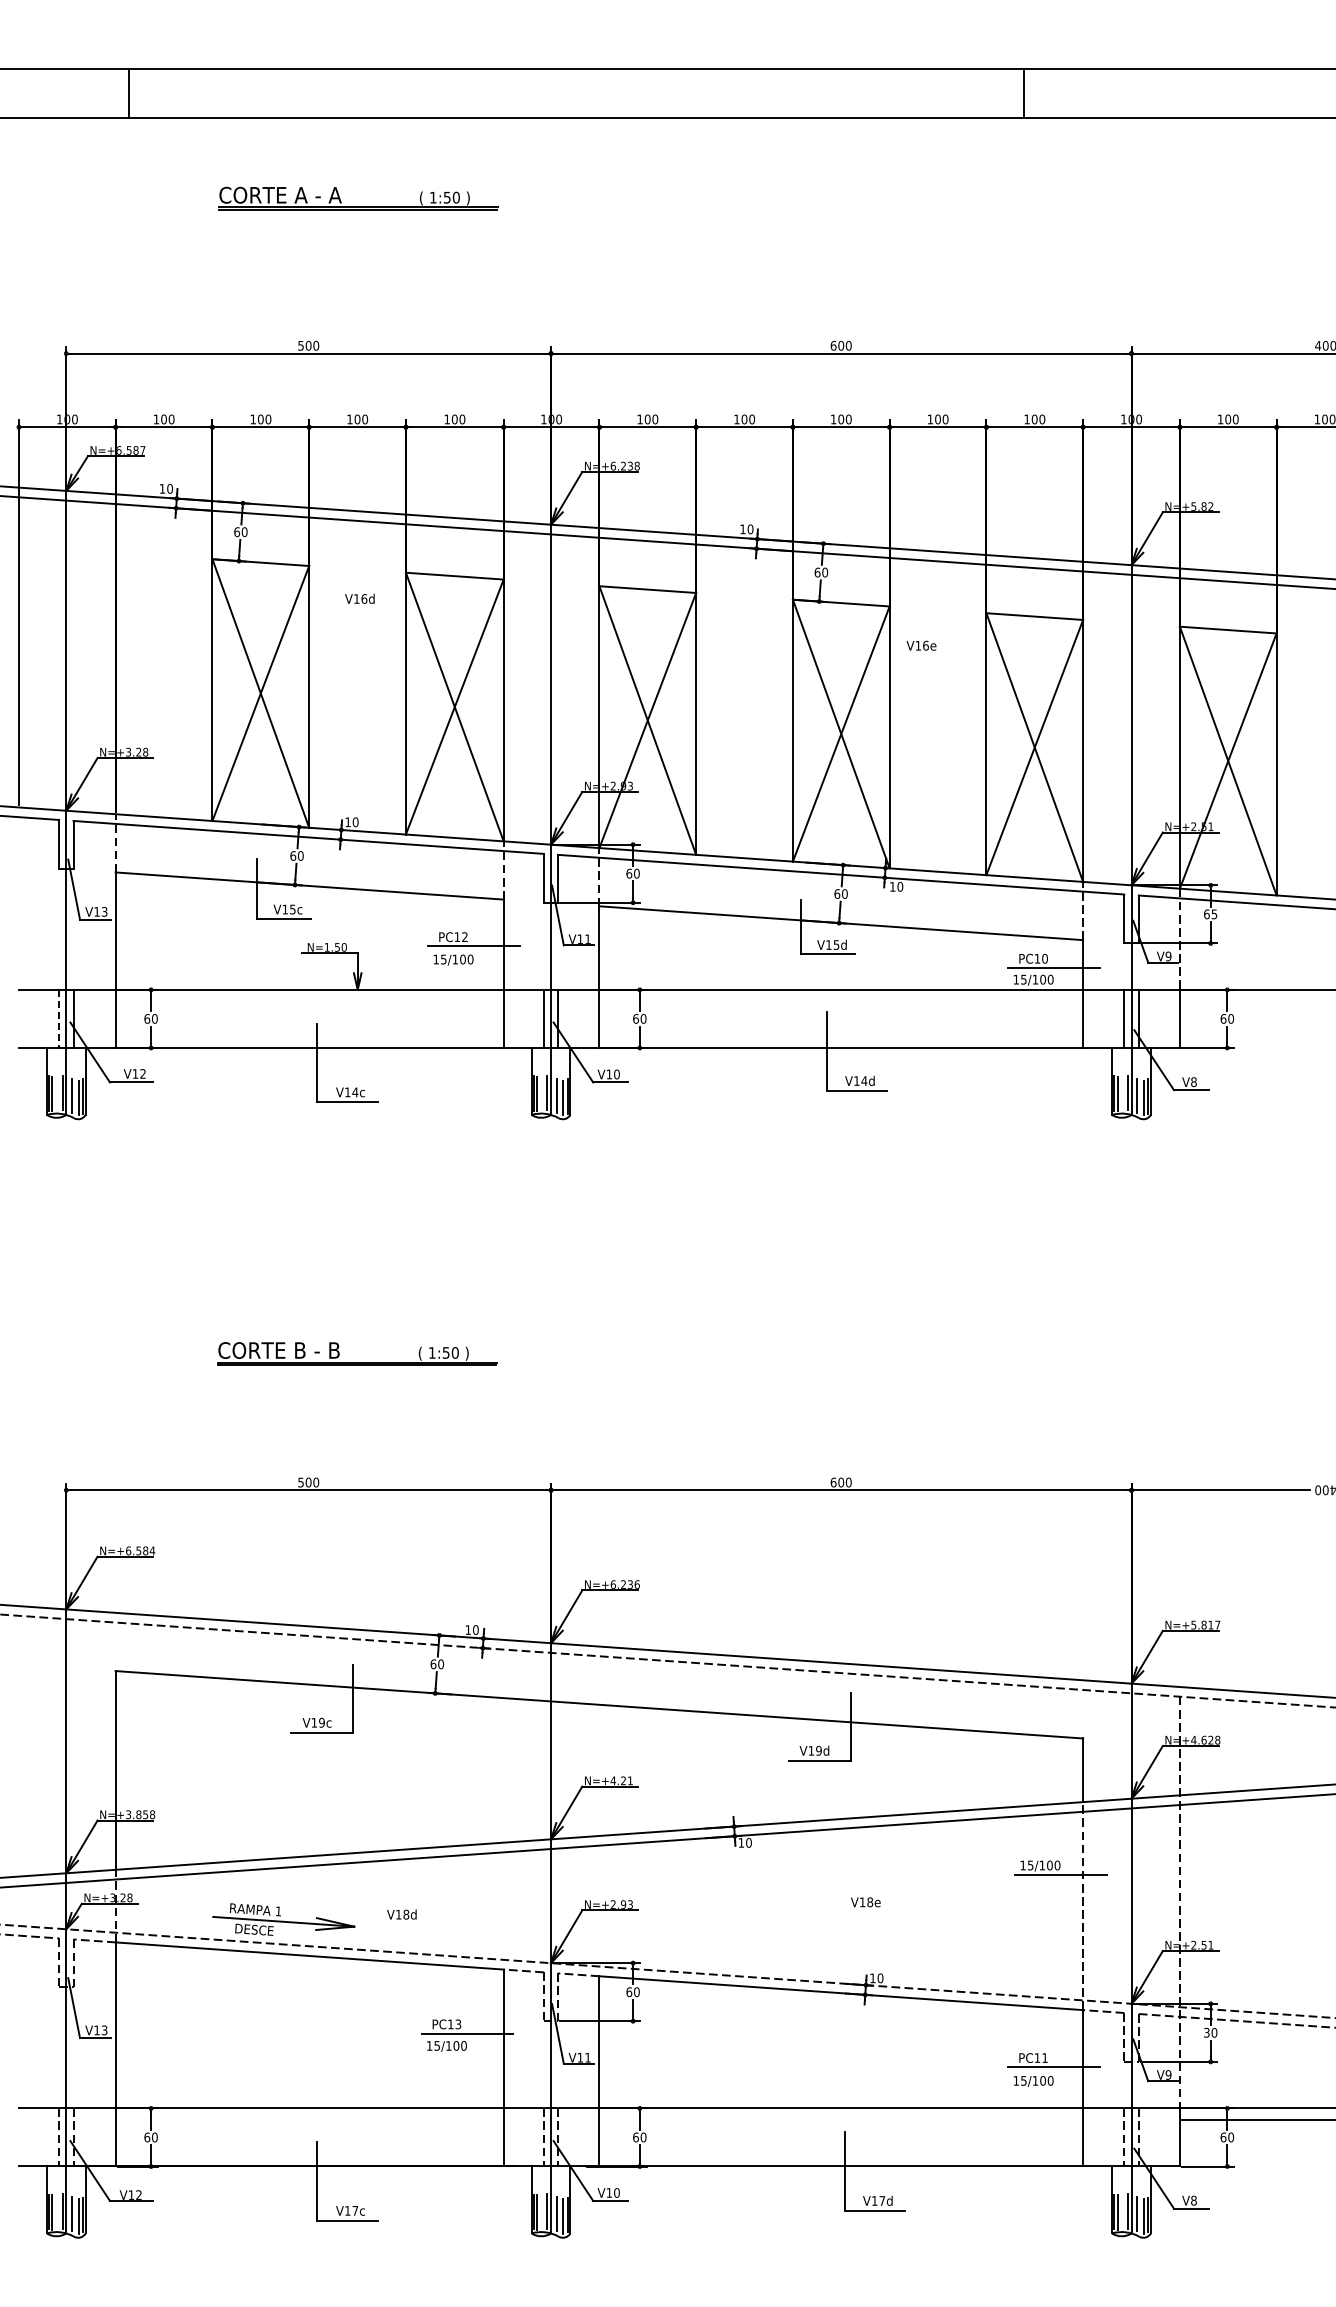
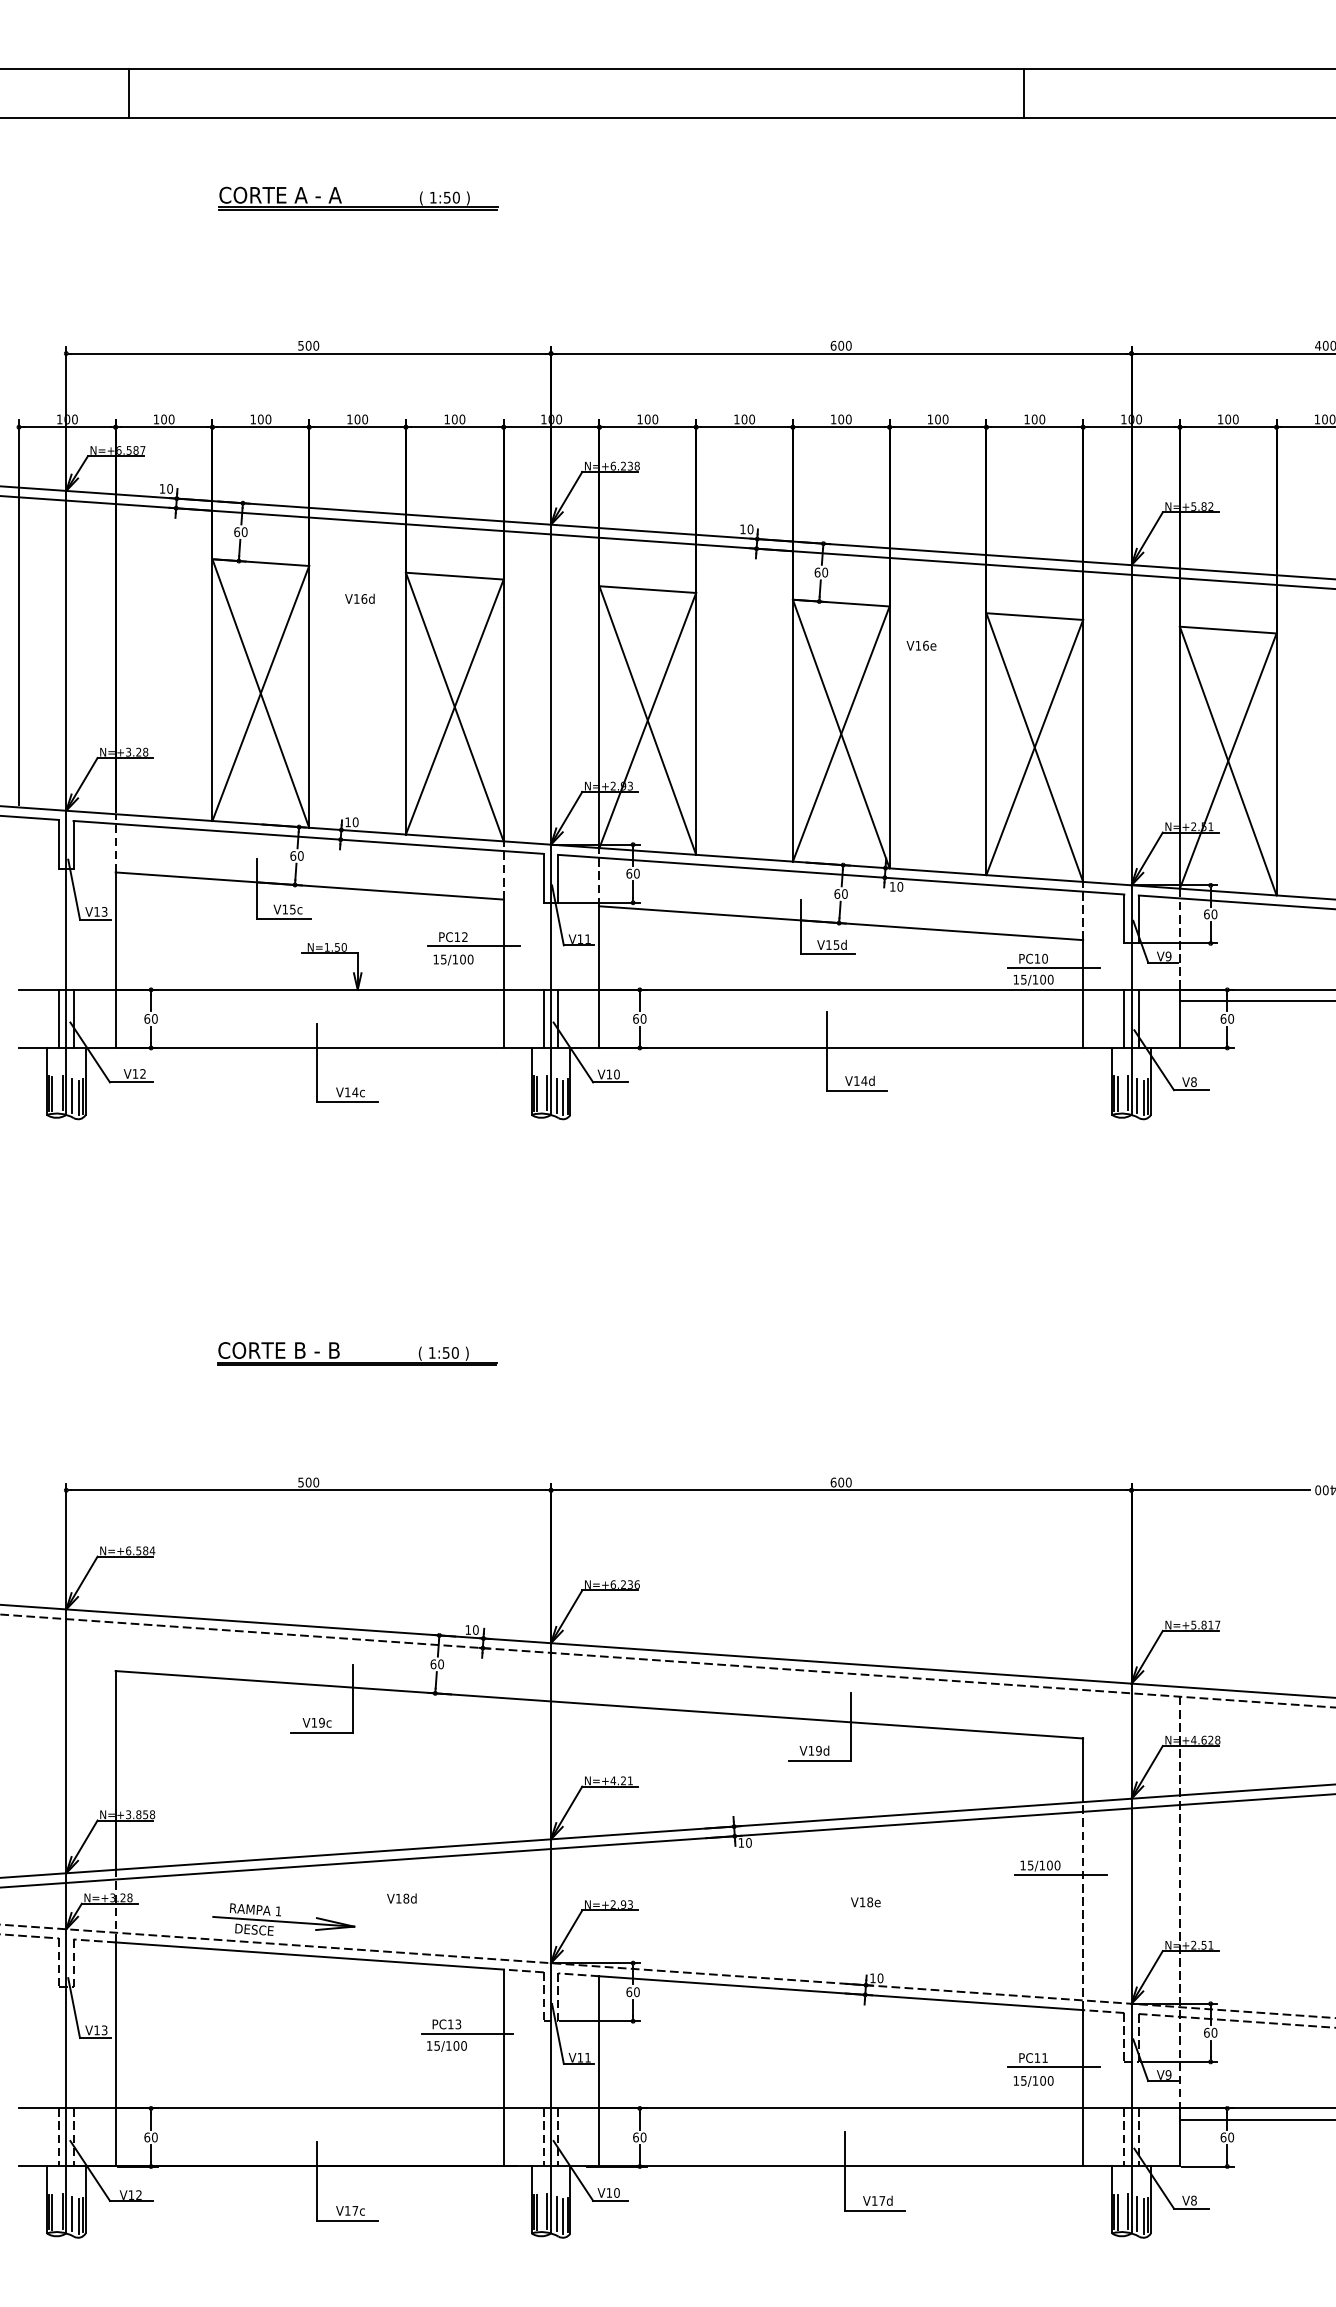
text at (1214, 914): 65 -> 60
line at (1255, 1001): none -> present
line at (59, 1019): dashed -> solid
text at (401, 1914) position: (401, 1914) -> (401, 1898)
text at (1206, 2032): 30 -> 60
